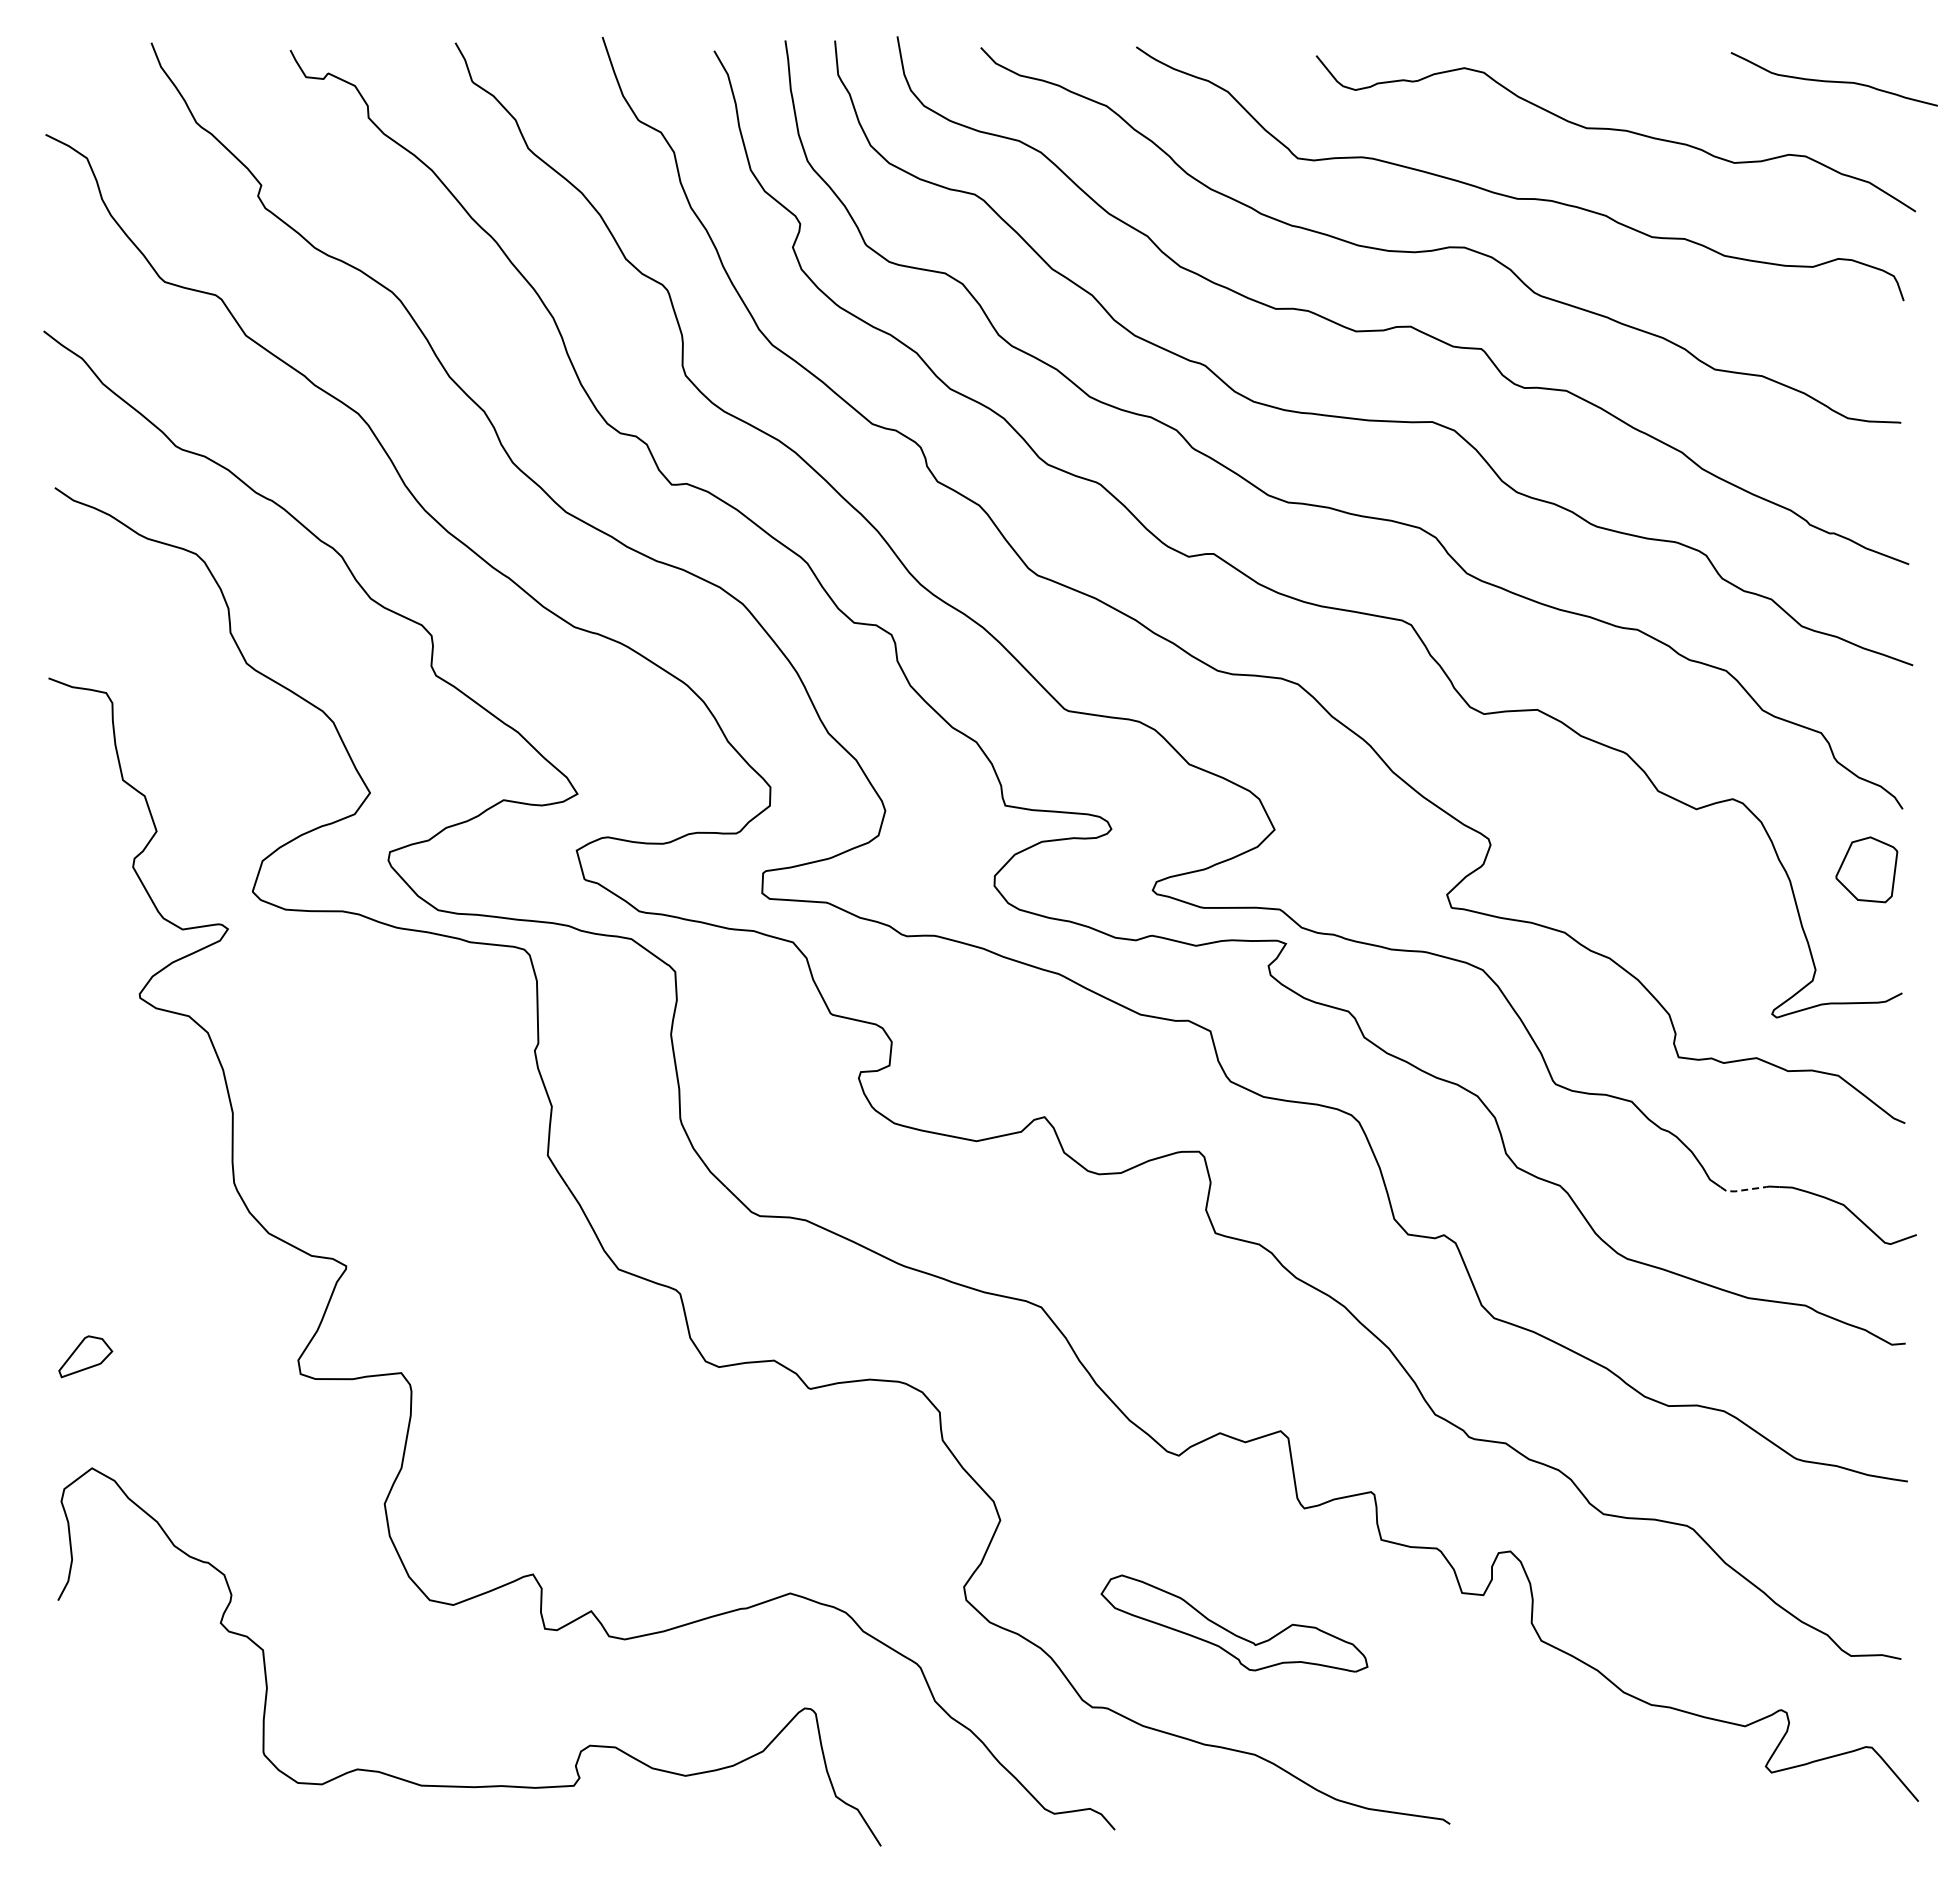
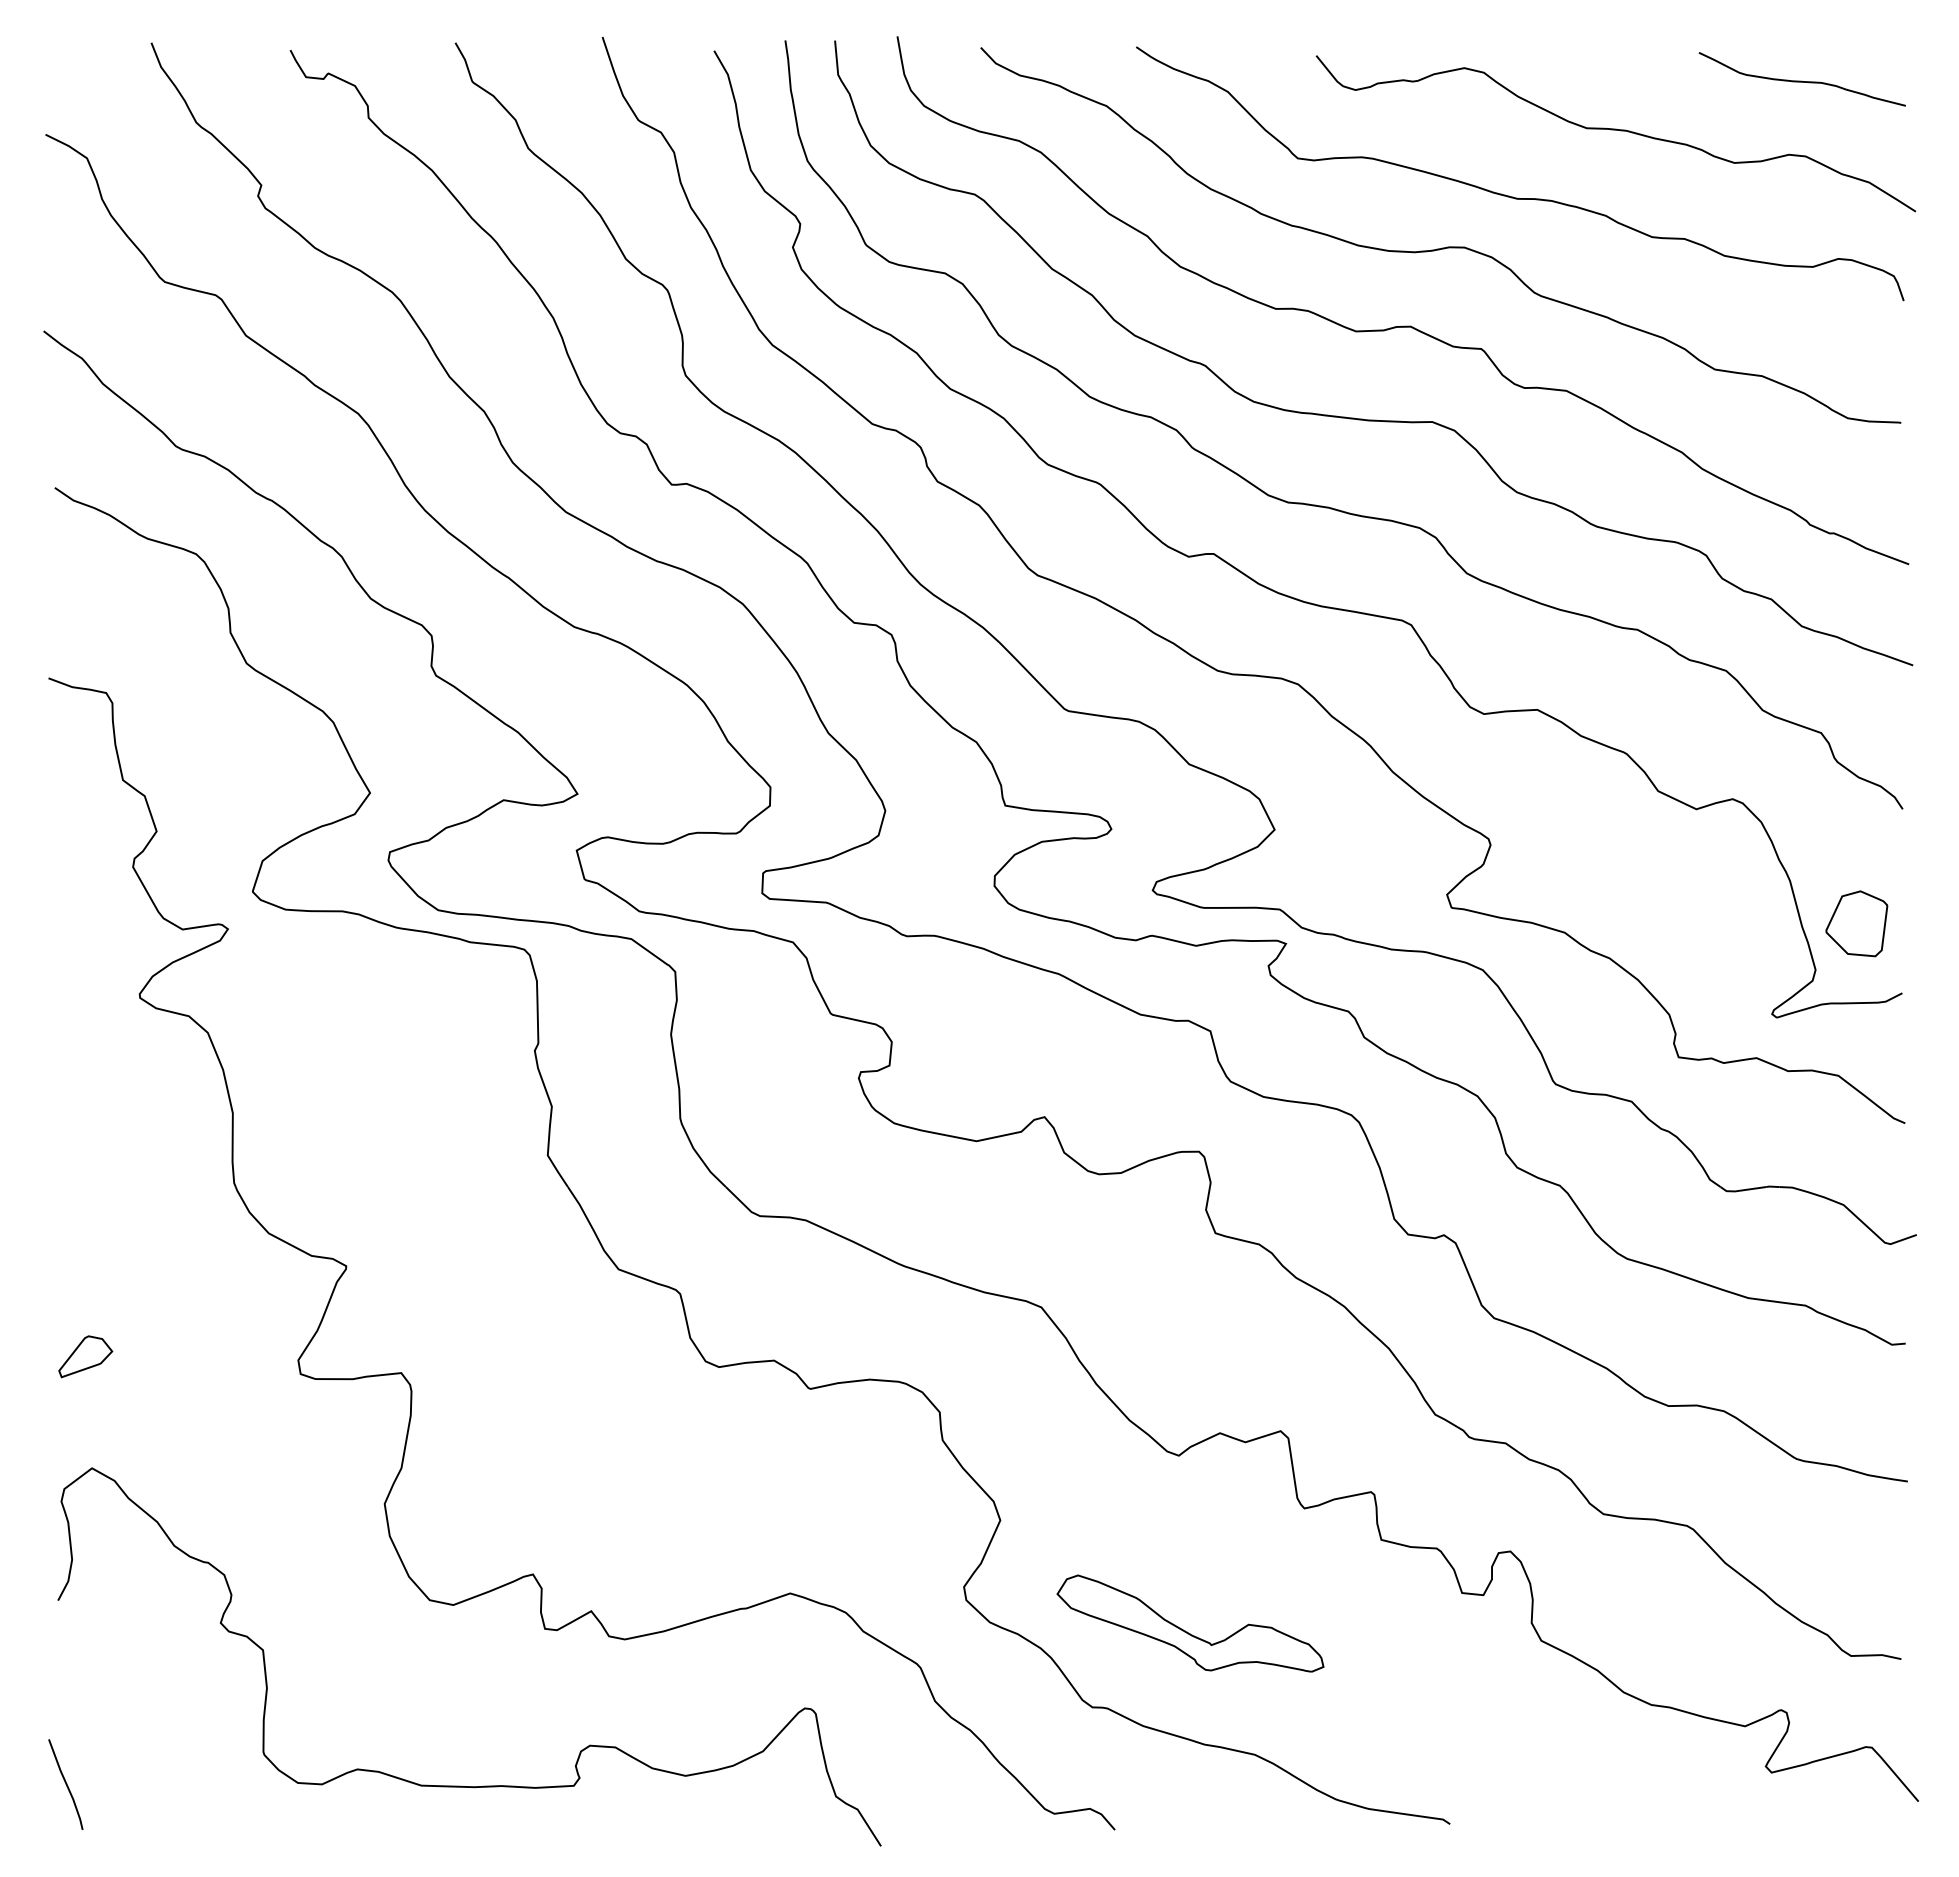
curve at (1833, 80) position: (1833, 80) -> (1801, 80)
part at (1866, 869) position: (1866, 869) -> (1856, 923)
line at (1741, 1190): dashed -> solid
part at (1231, 1631) position: (1231, 1631) -> (1187, 1631)
line at (65, 1784): none -> present
